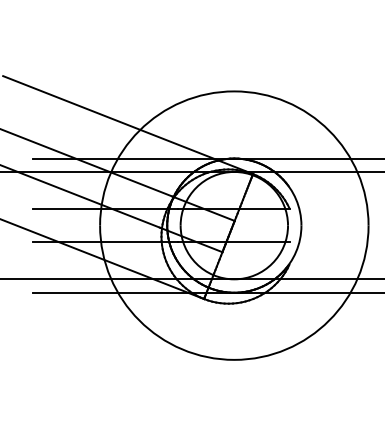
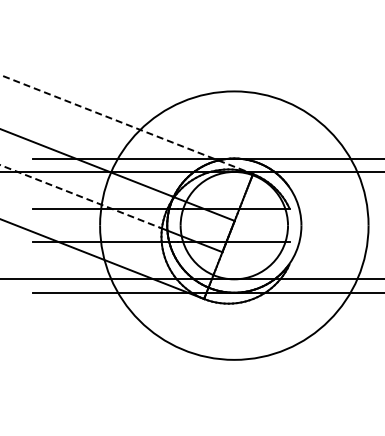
line at (128, 125): solid -> dashed
line at (80, 196): solid -> dashed
